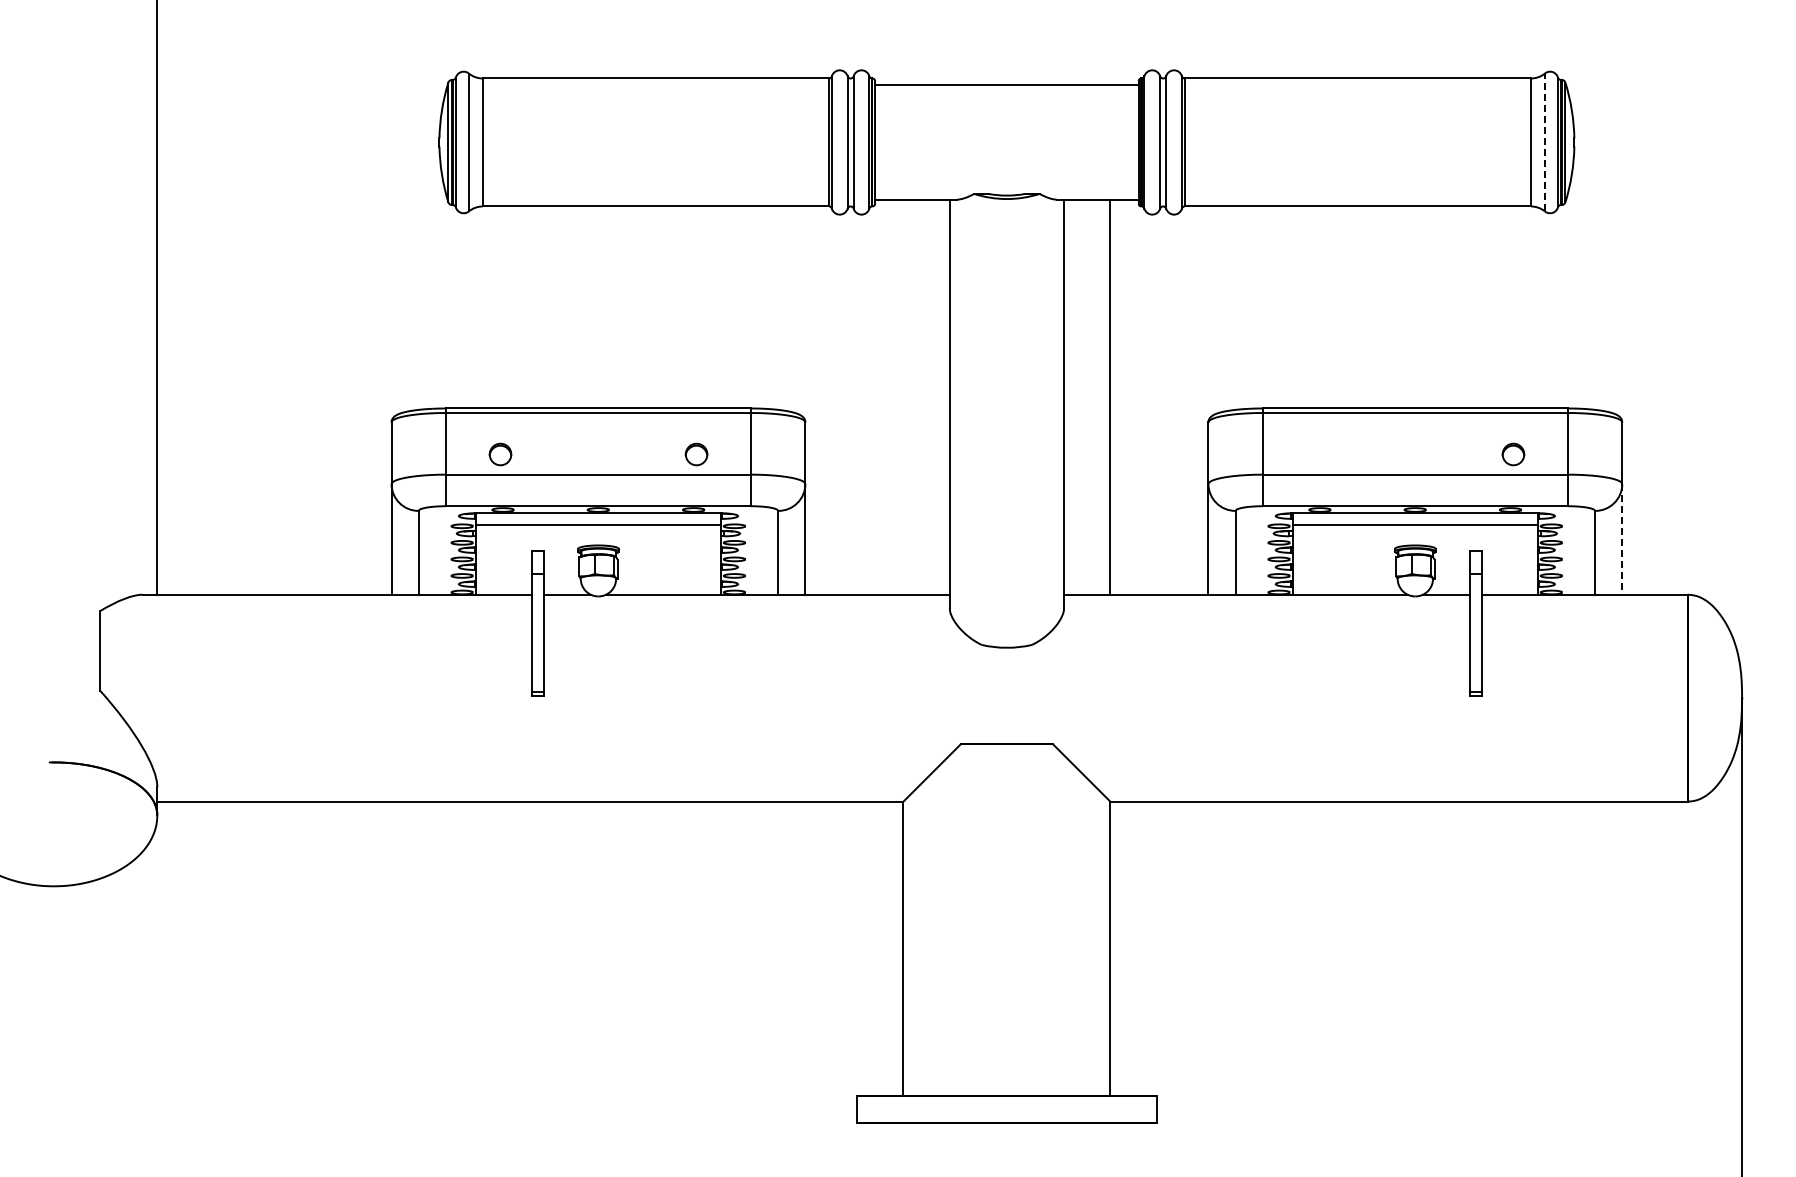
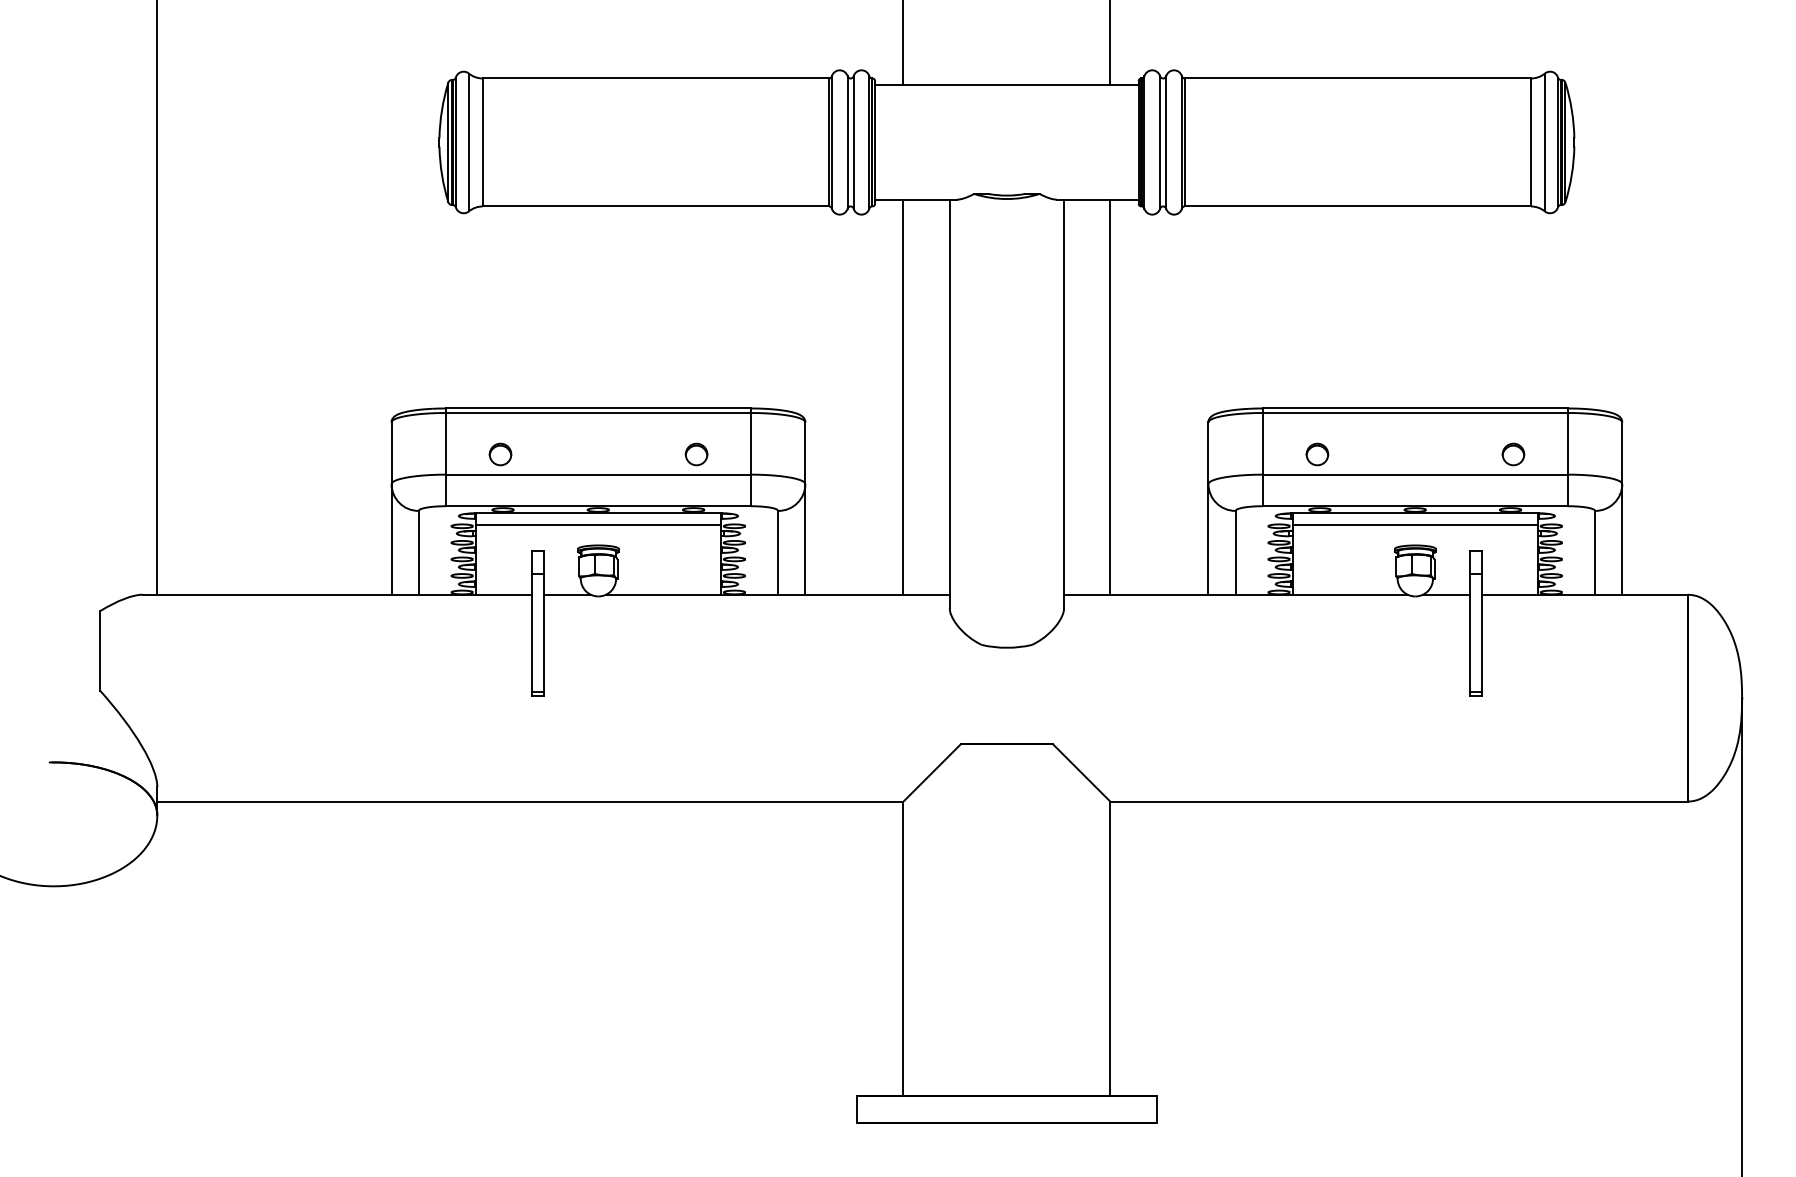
line at (903, 43): none -> present
line at (1110, 43): none -> present
line at (1544, 143): dashed -> solid
line at (903, 396): none -> present
part at (1317, 454): none -> present
line at (1622, 539): dashed -> solid
